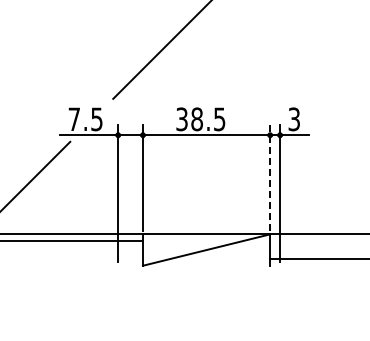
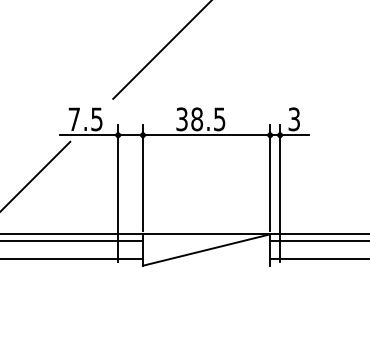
line at (270, 178): dashed -> solid
line at (318, 240): none -> present
line at (72, 259): none -> present
